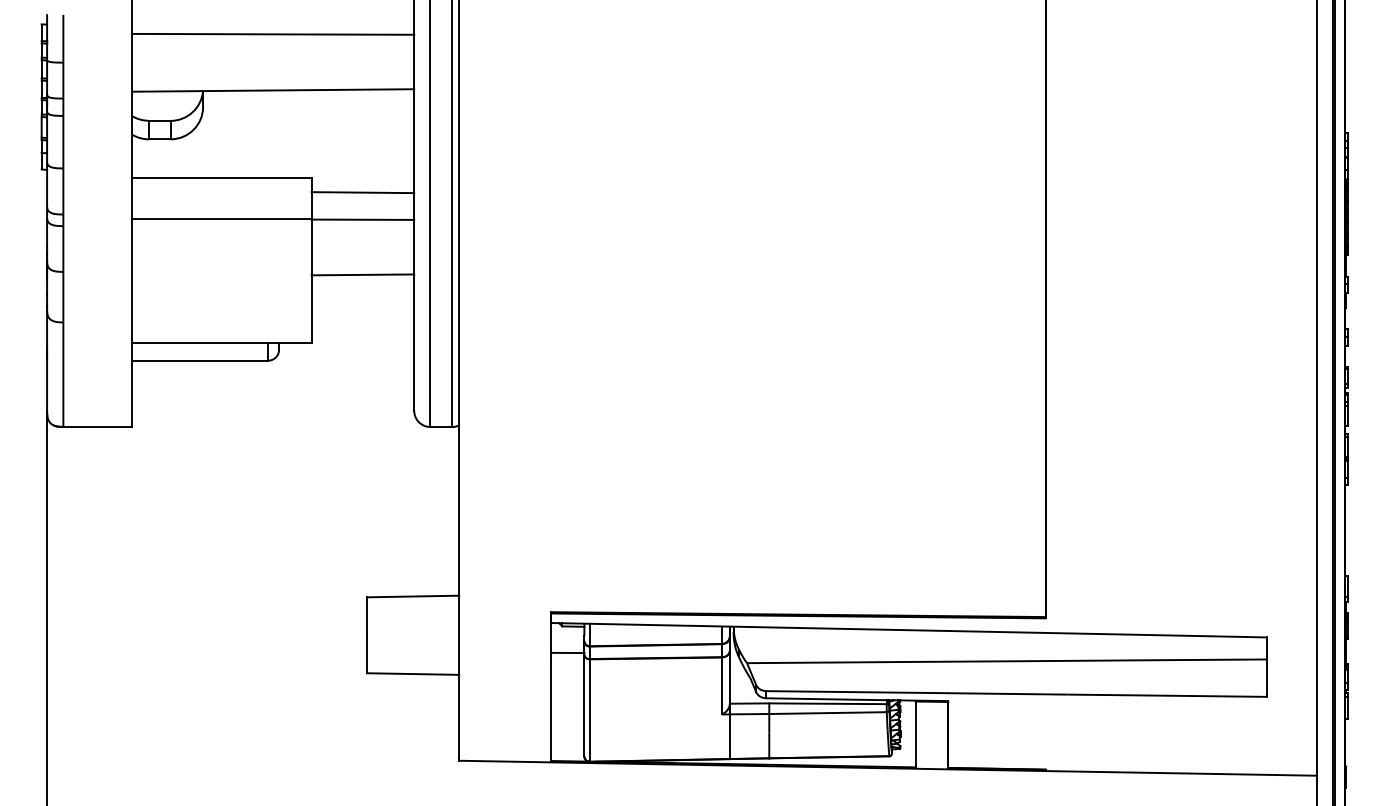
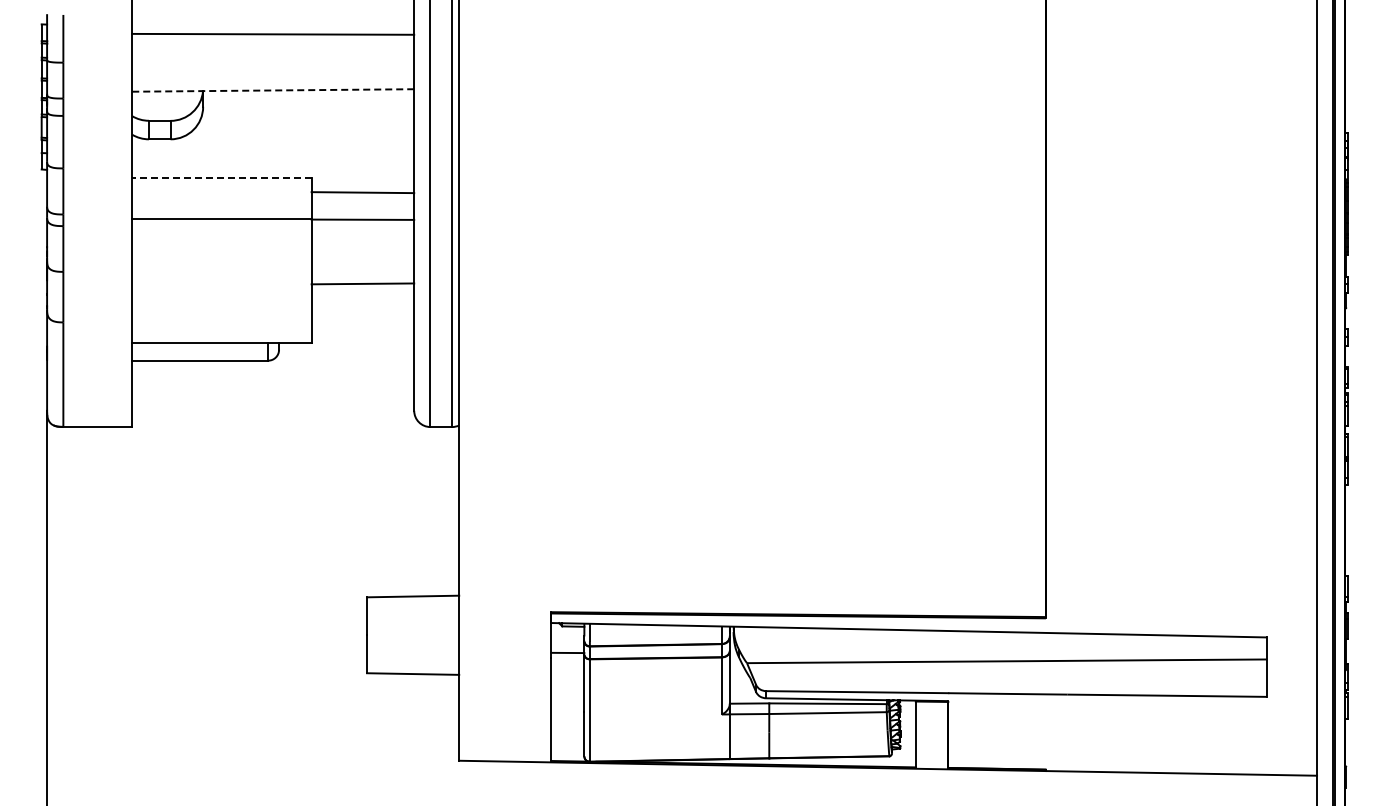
line at (273, 90): solid -> dashed
line at (221, 178): solid -> dashed
line at (362, 274) position: (362, 274) -> (362, 283)
